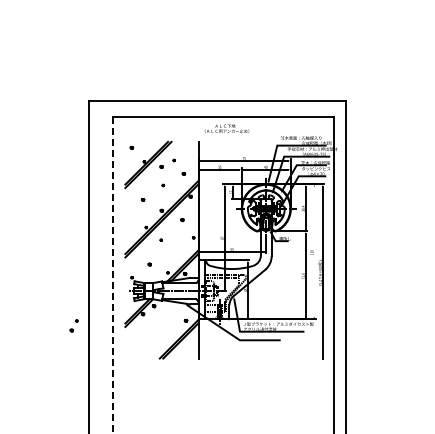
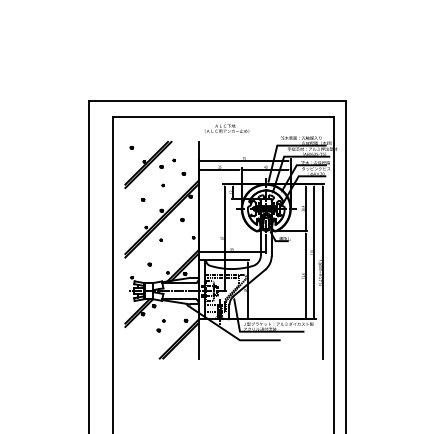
line at (314, 251): none -> present
line at (113, 275): dashed -> solid
part at (73, 325) position: (73, 325) -> (160, 325)
